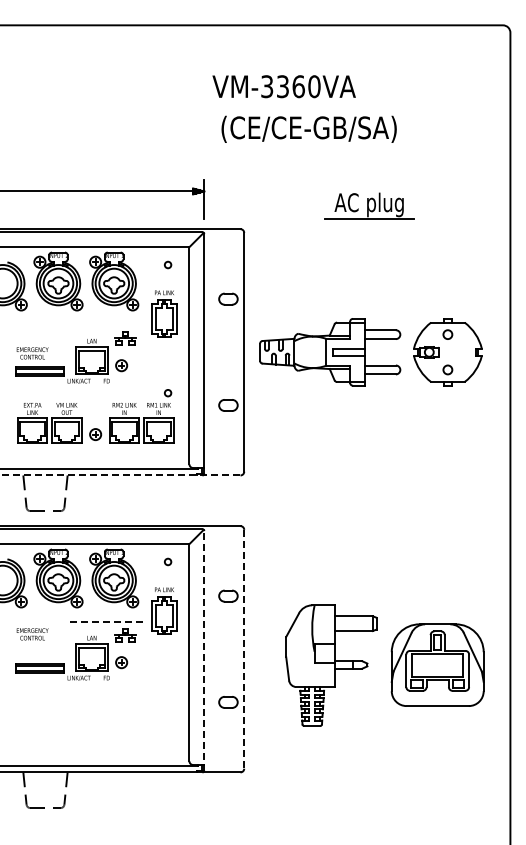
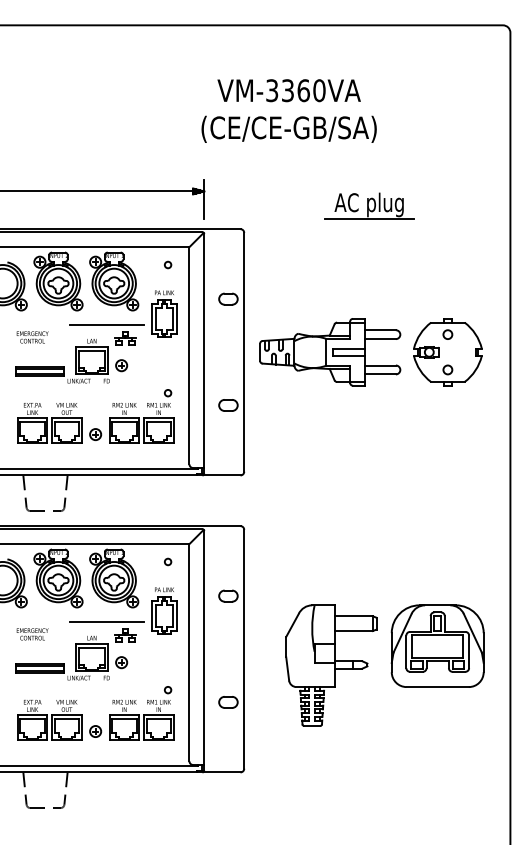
text at (283, 86) position: (283, 86) -> (288, 90)
text at (308, 128) position: (308, 128) -> (288, 128)
line at (106, 325): none -> present
text at (32, 353) position: (32, 353) -> (32, 337)
line at (120, 475): dashed -> solid
line at (107, 622): dashed -> solid
line at (244, 649): dashed -> solid
line at (204, 650): dashed -> solid
part at (437, 664) position: (437, 664) -> (437, 645)
part at (95, 725): none -> present
